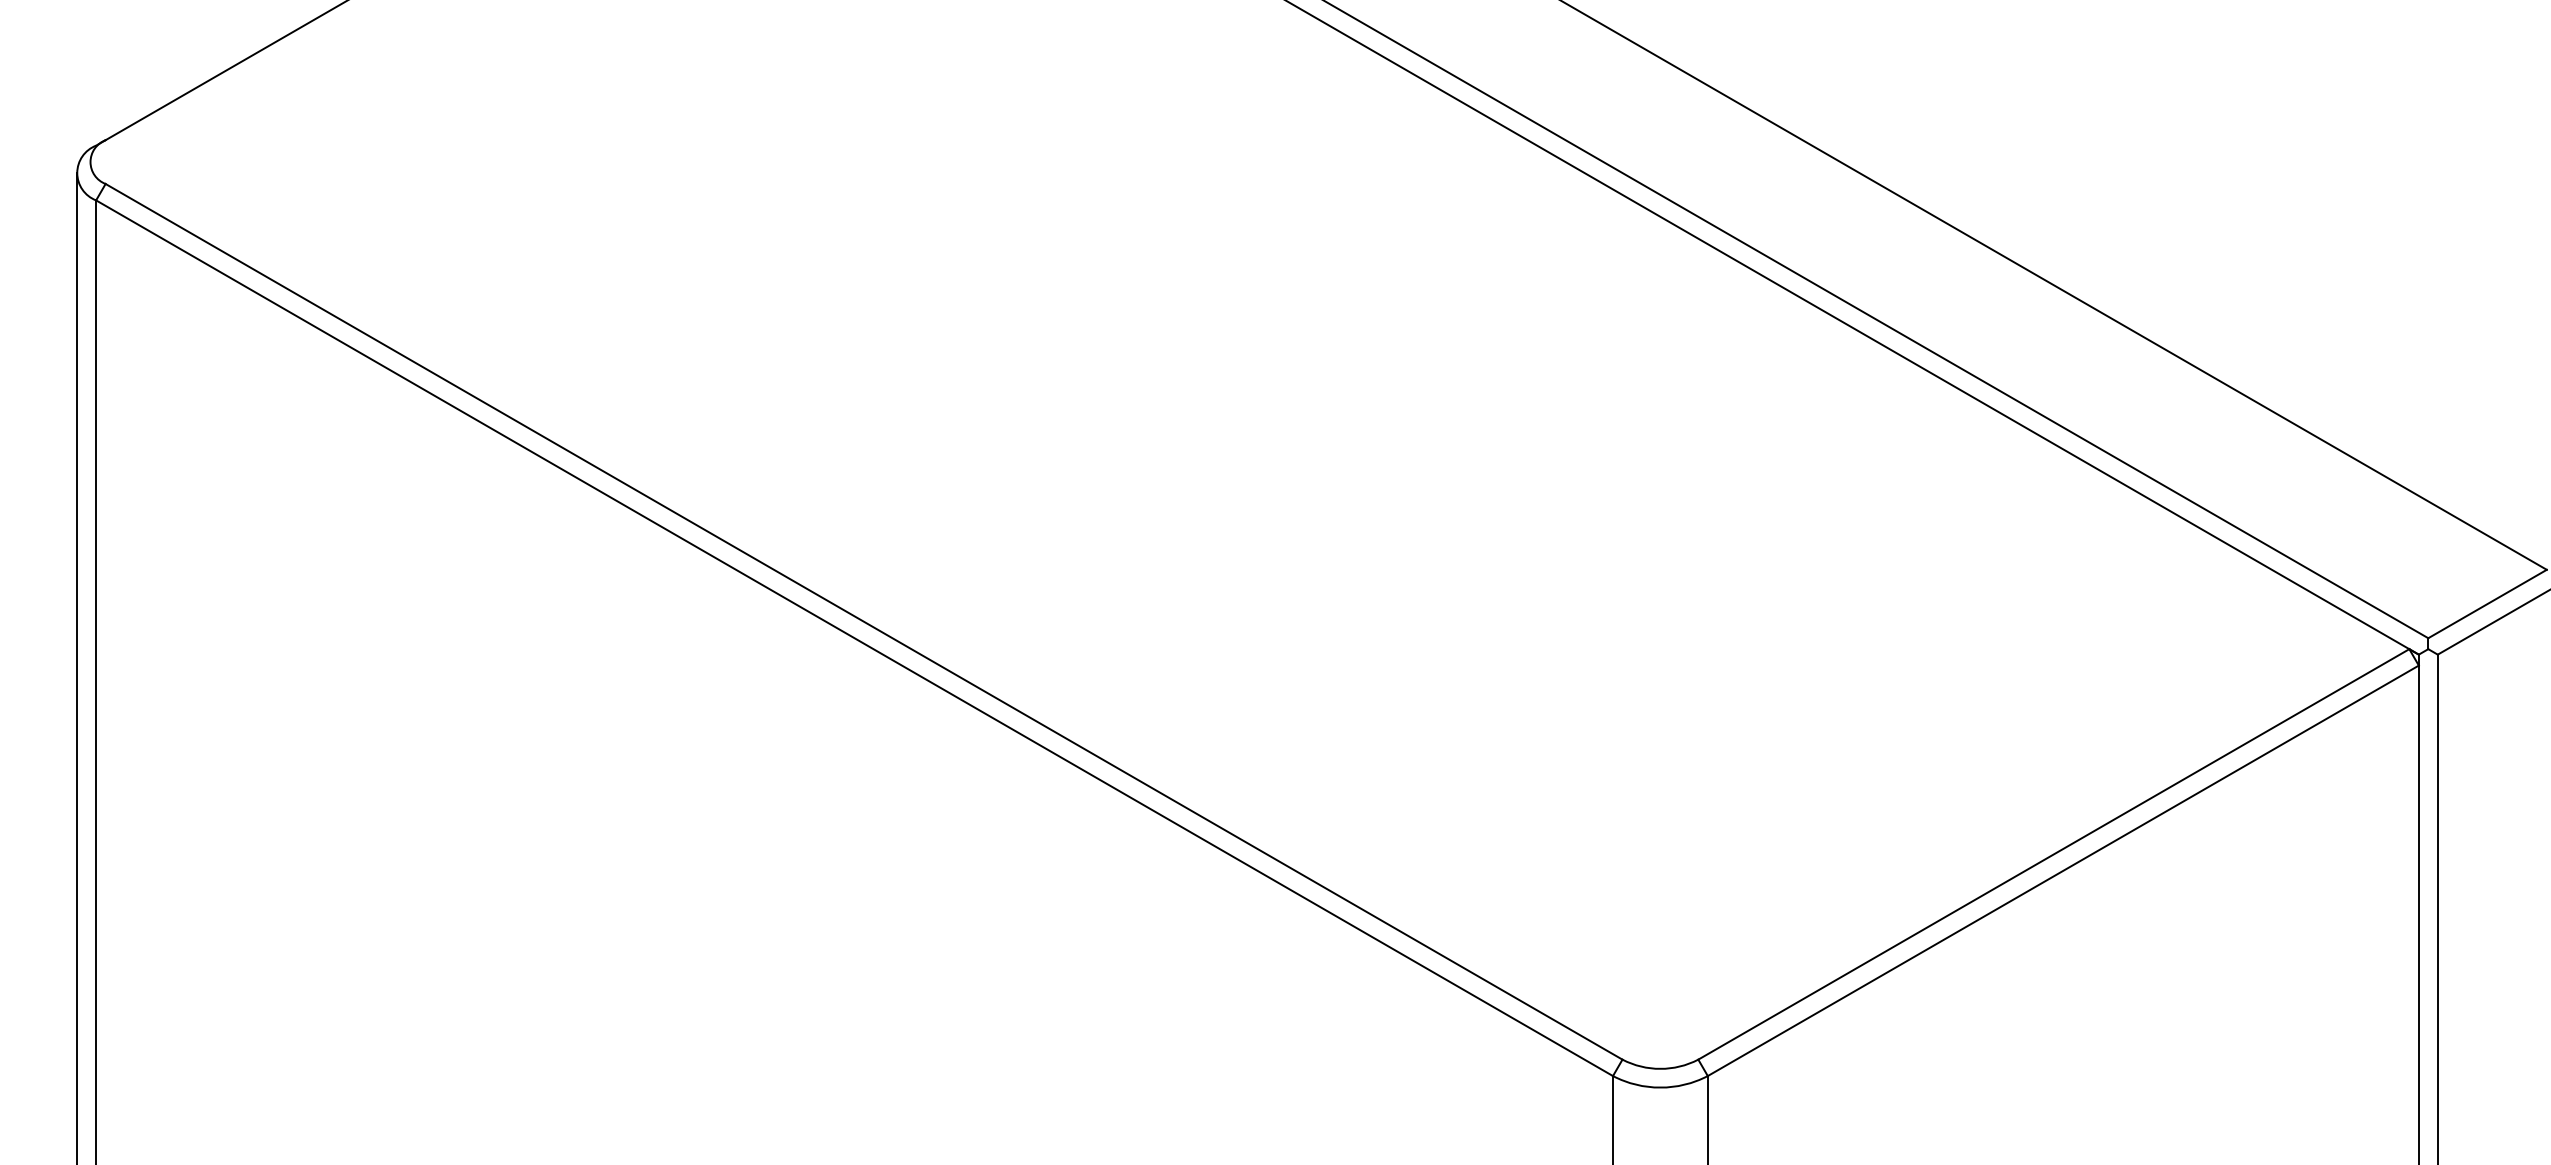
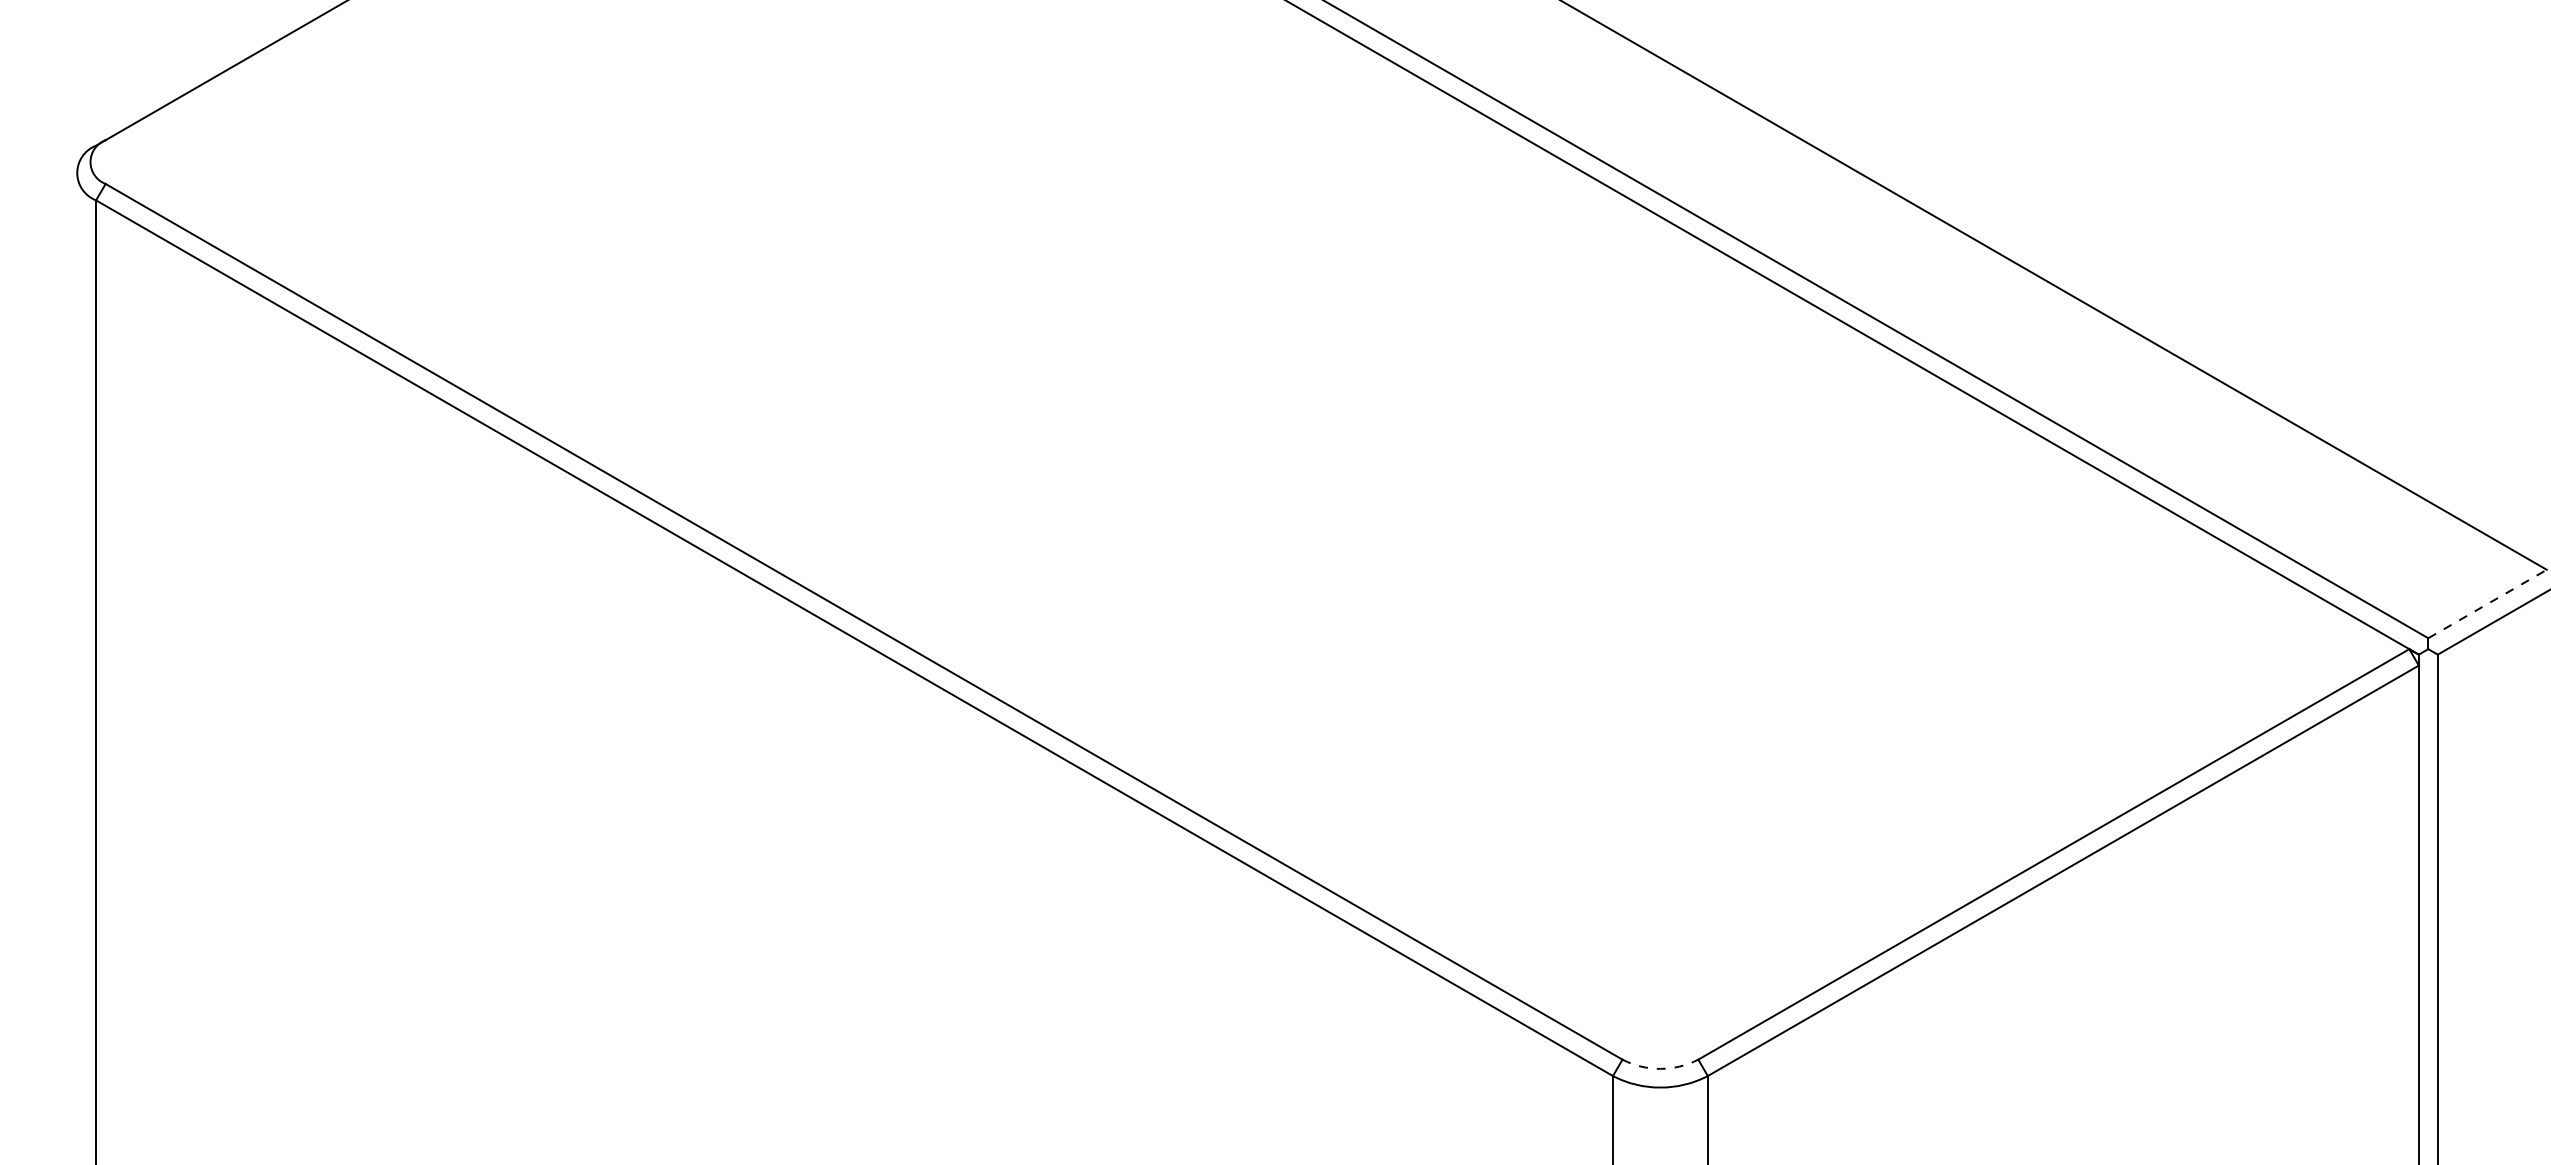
line at (2488, 603): solid -> dashed
line at (76, 667): present -> none
arc at (1660, 1068): solid -> dashed
